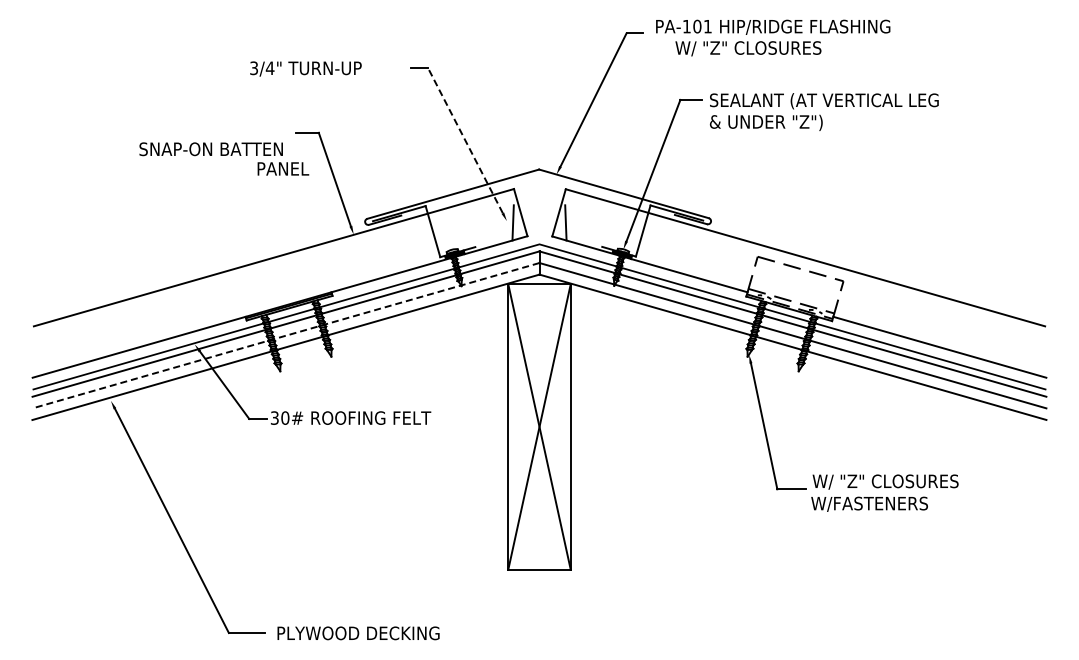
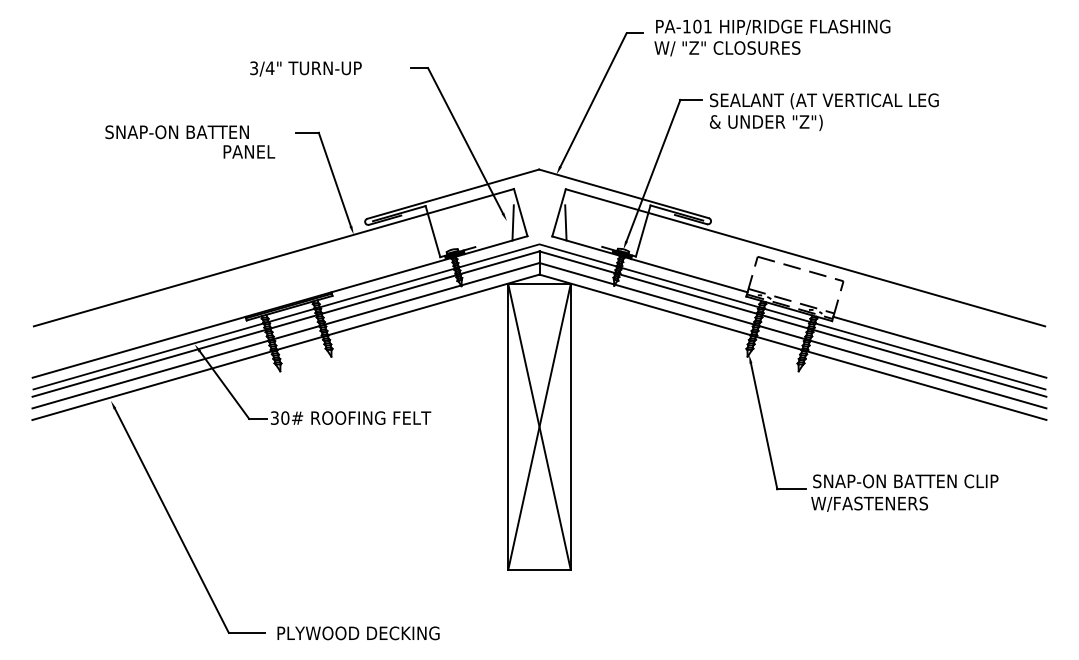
text at (748, 48) position: (748, 48) -> (727, 48)
line at (465, 140): dashed -> solid
text at (224, 158) position: (224, 158) -> (190, 141)
line at (286, 335): dashed -> solid
text at (905, 481): W/ "Z" CLOSURES -> SNAP-ON BATTEN CLIP
